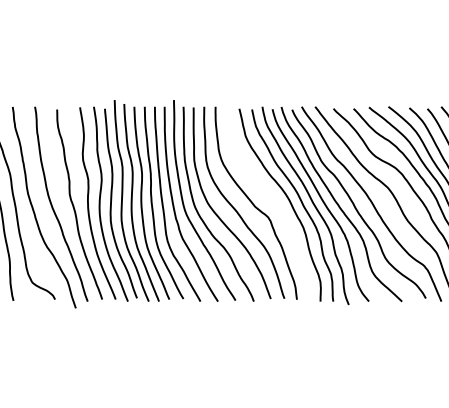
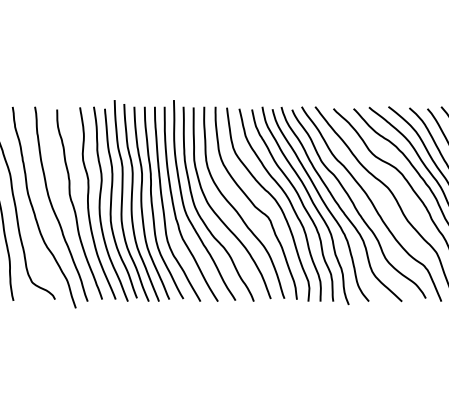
curve at (273, 199): none -> present
